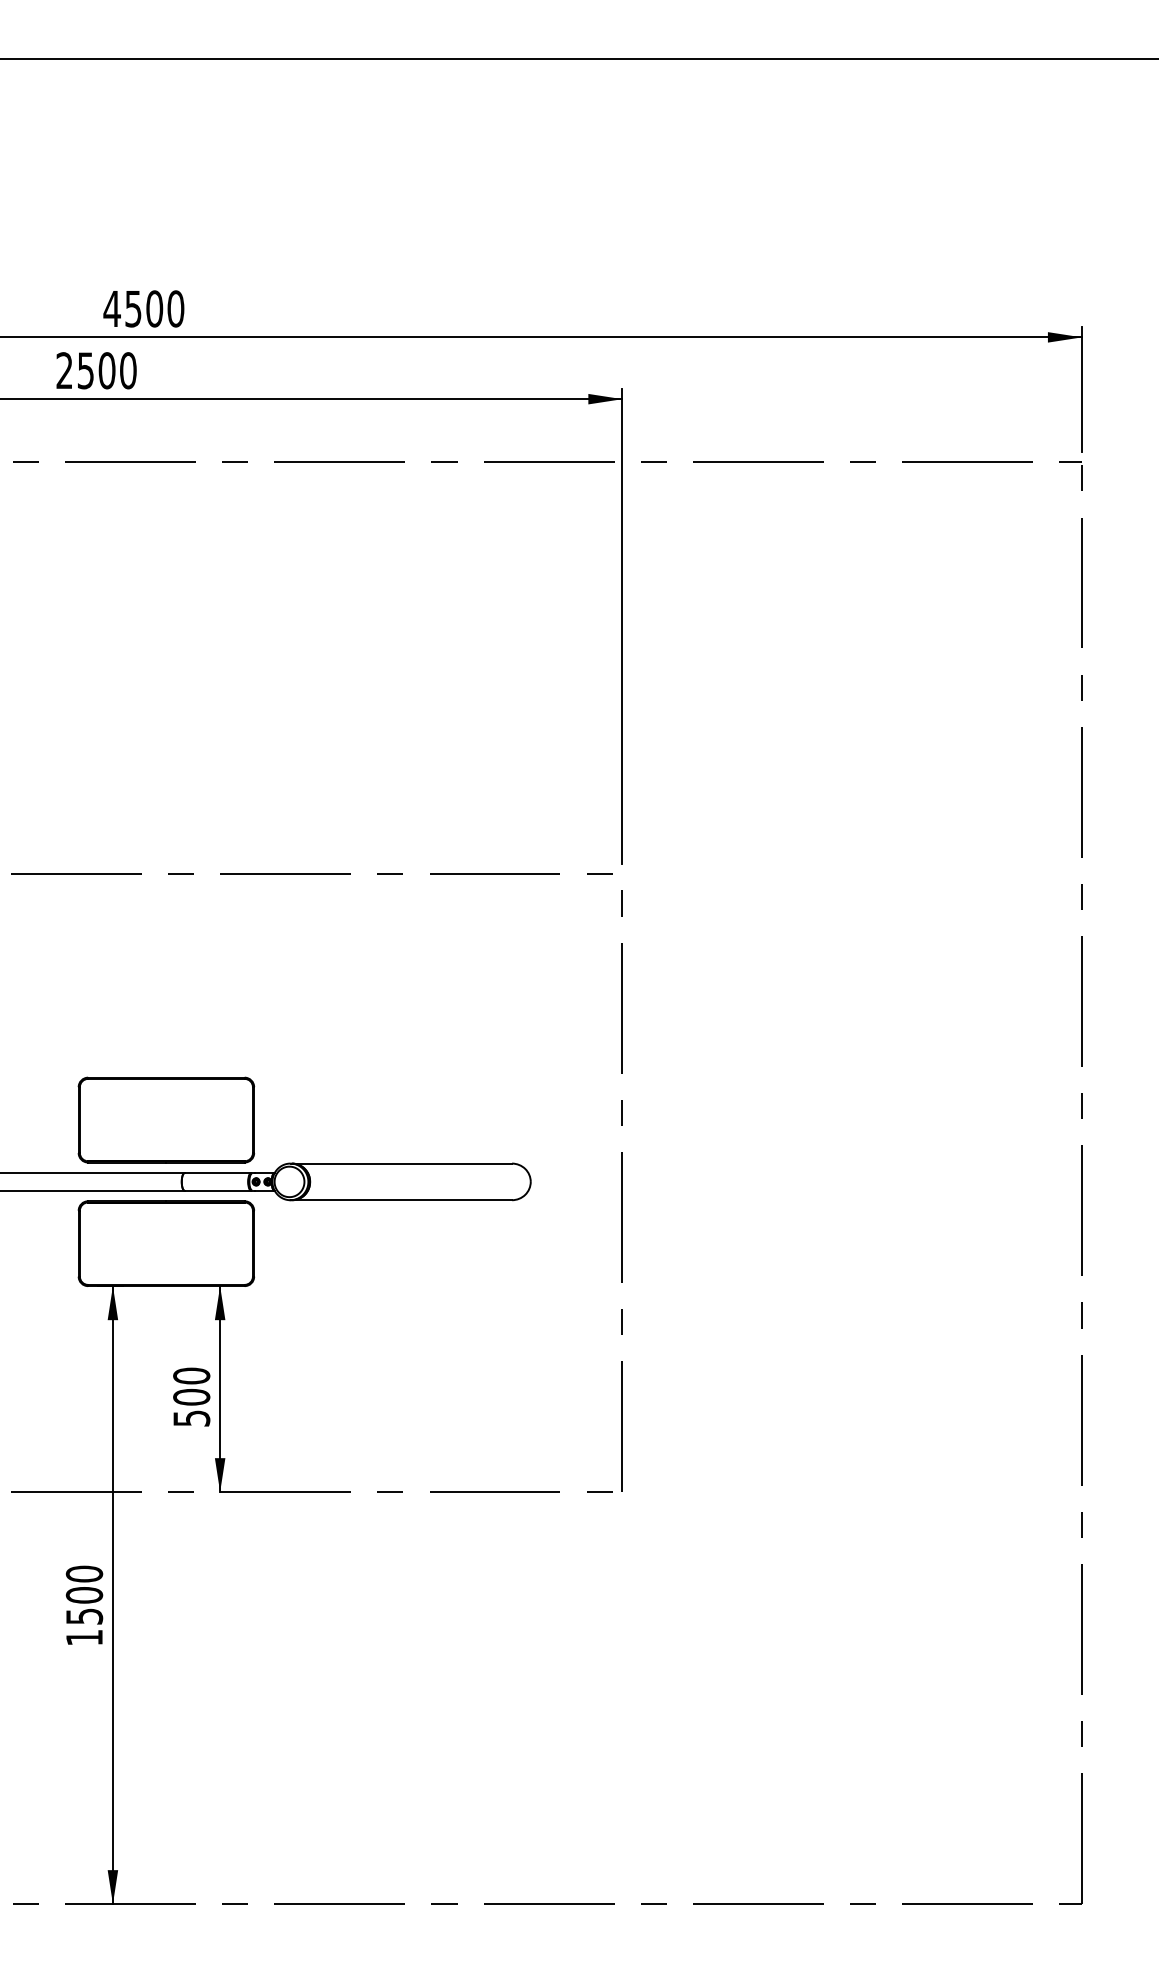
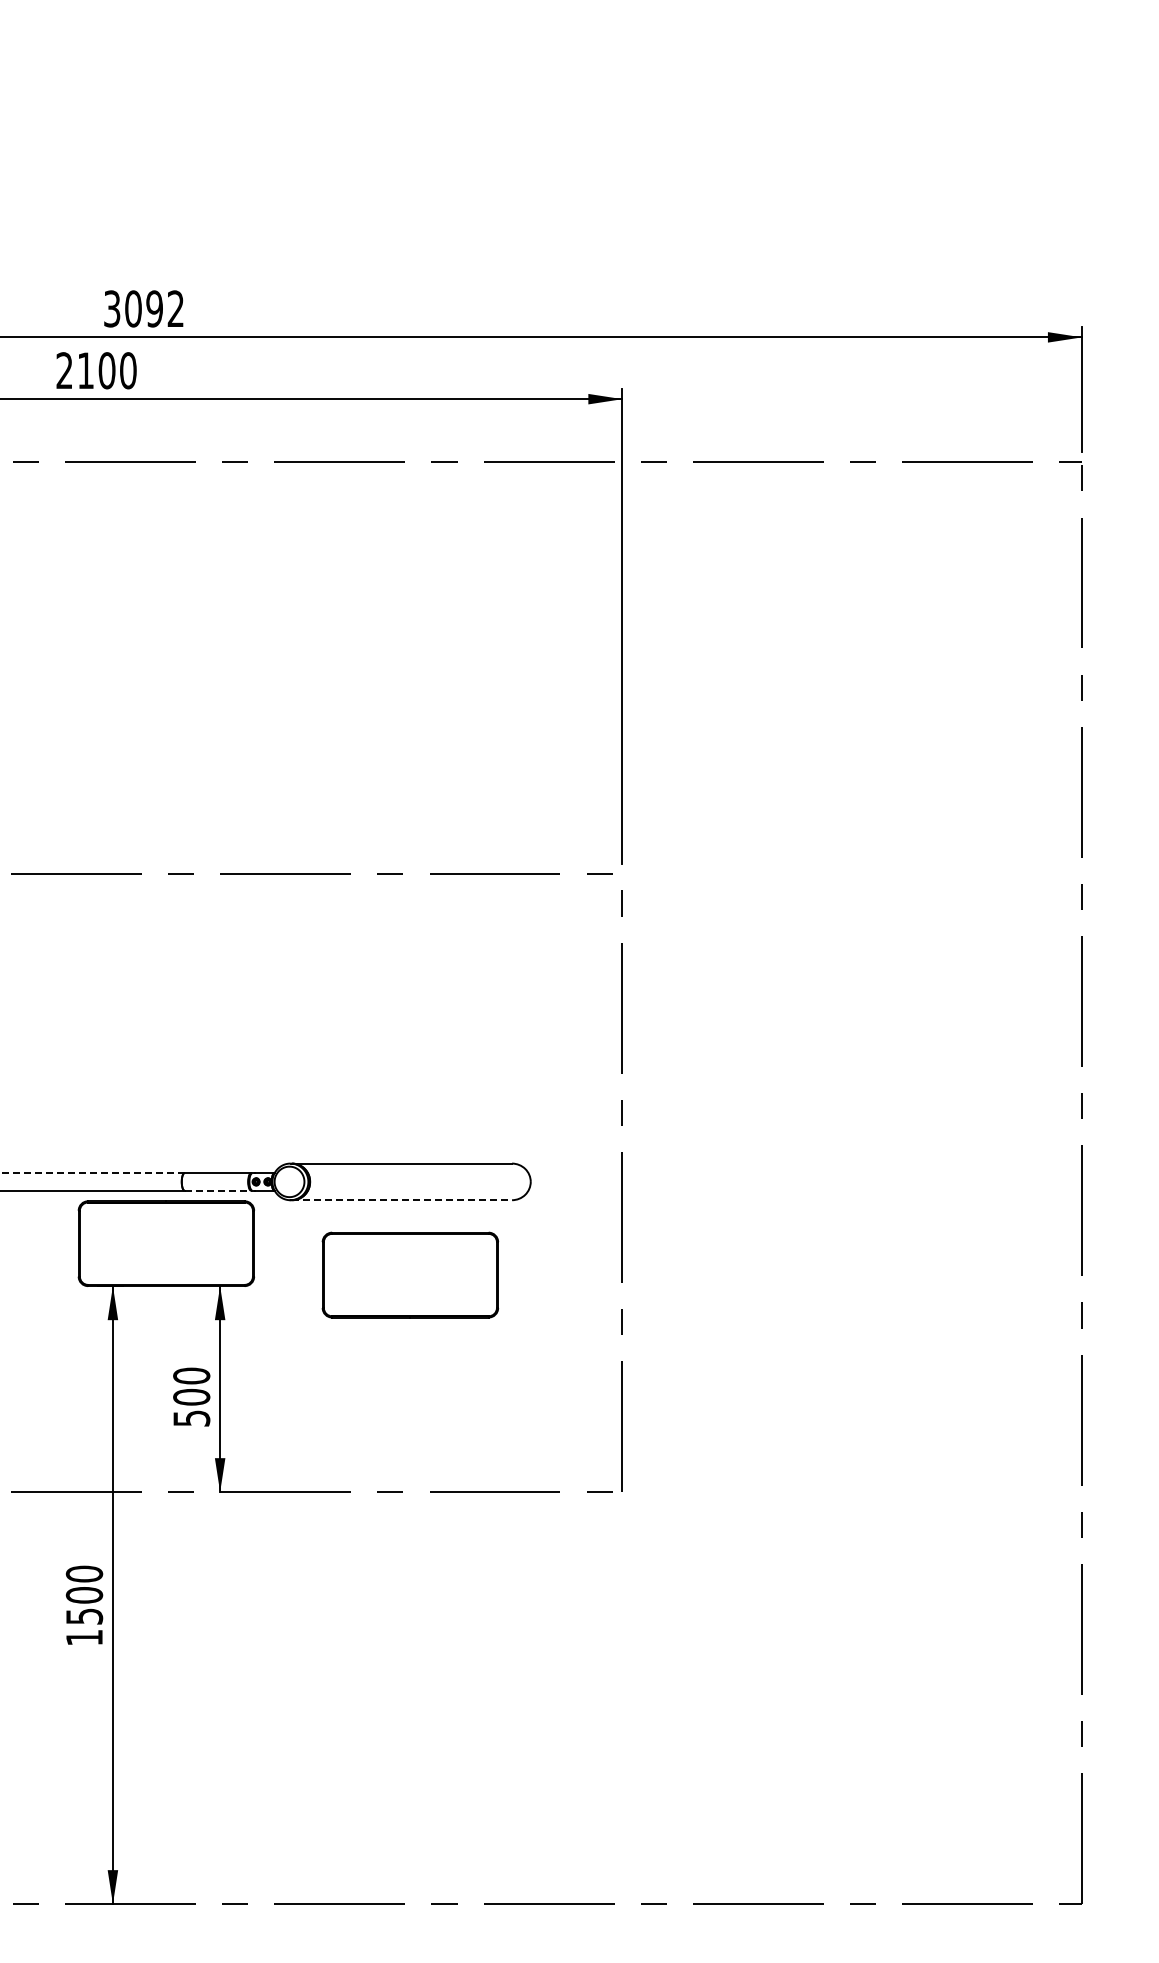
line at (578, 58): present -> none
text at (143, 308): 4500 -> 3092
text at (85, 370): 2500 -> 2100
part at (166, 1119) position: (166, 1119) -> (410, 1274)
line at (91, 1173): solid -> dashed
line at (218, 1190): solid -> dashed
line at (402, 1200): solid -> dashed
